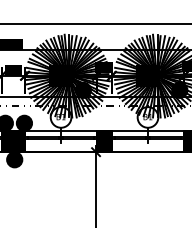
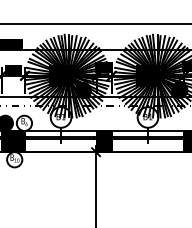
fill at (24, 122): present -> none
fill at (14, 159): present -> none
